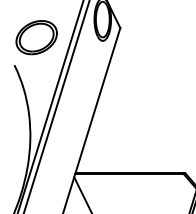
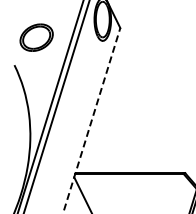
part at (36, 37) size: 43x36 px -> 35x29 px
line at (91, 120): solid -> dashed
